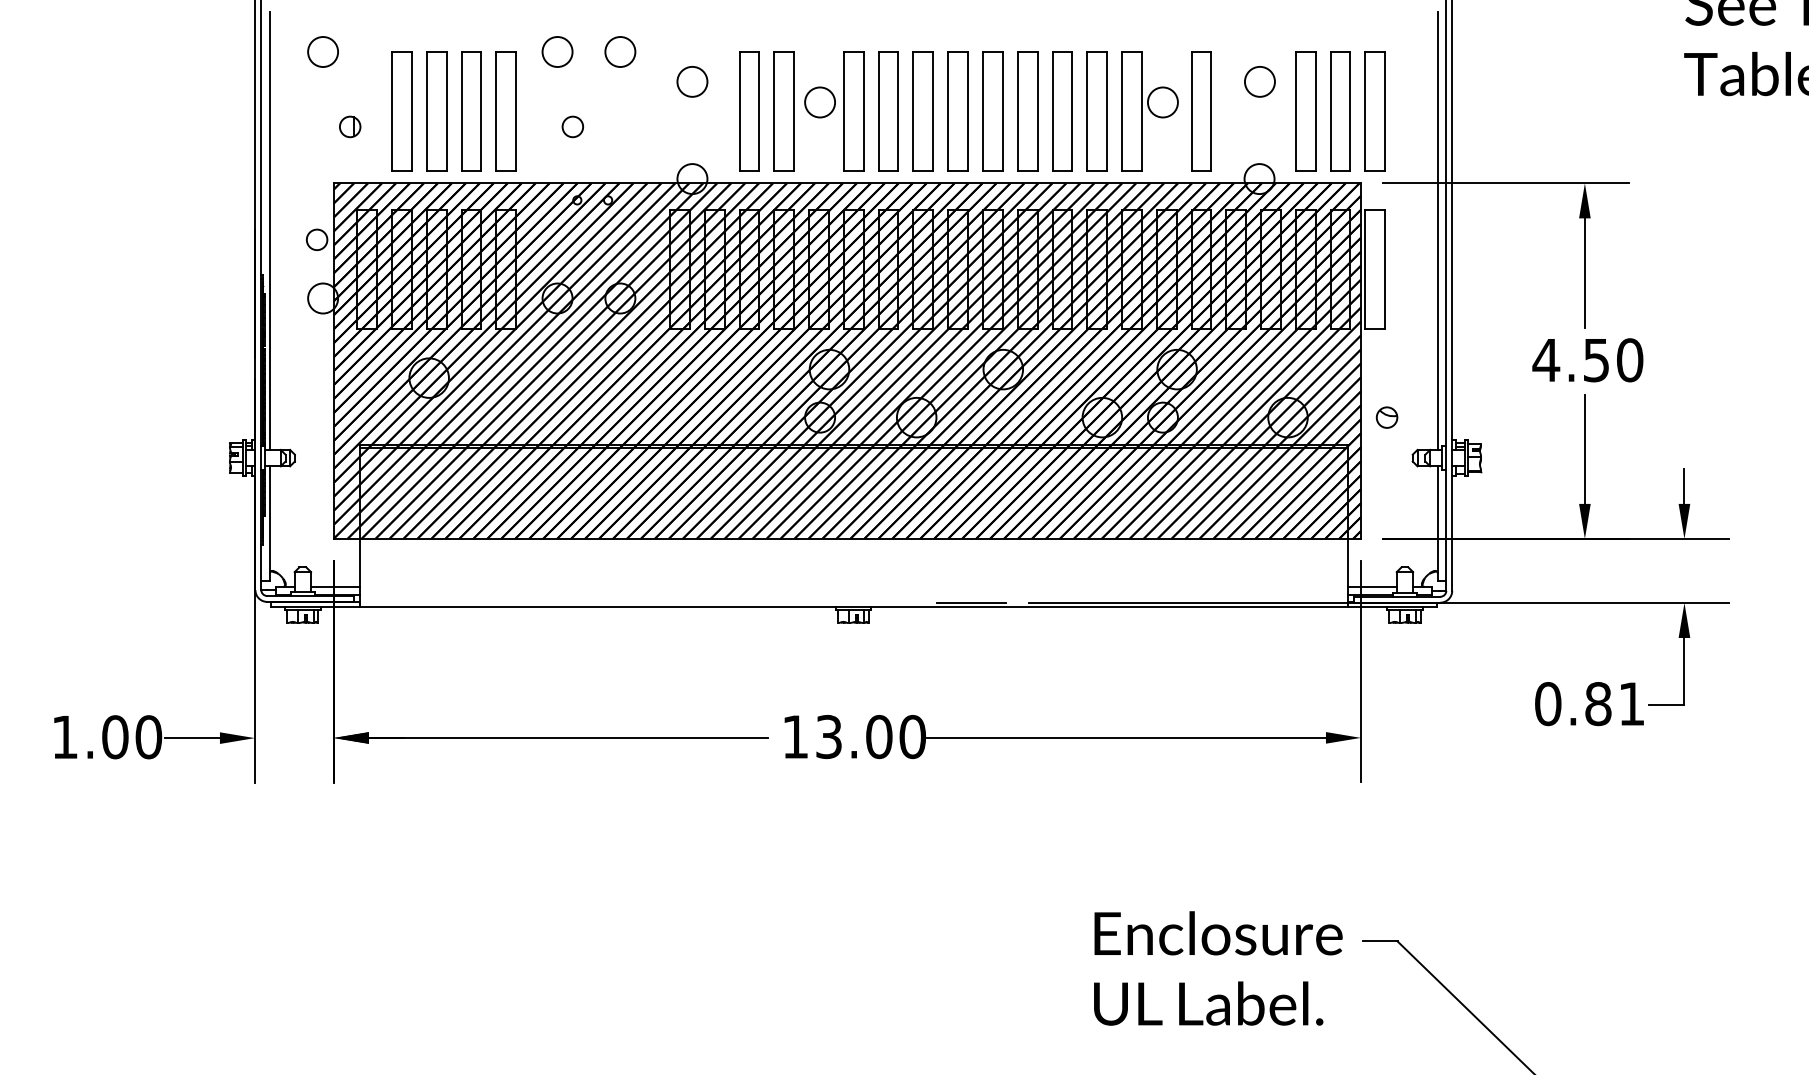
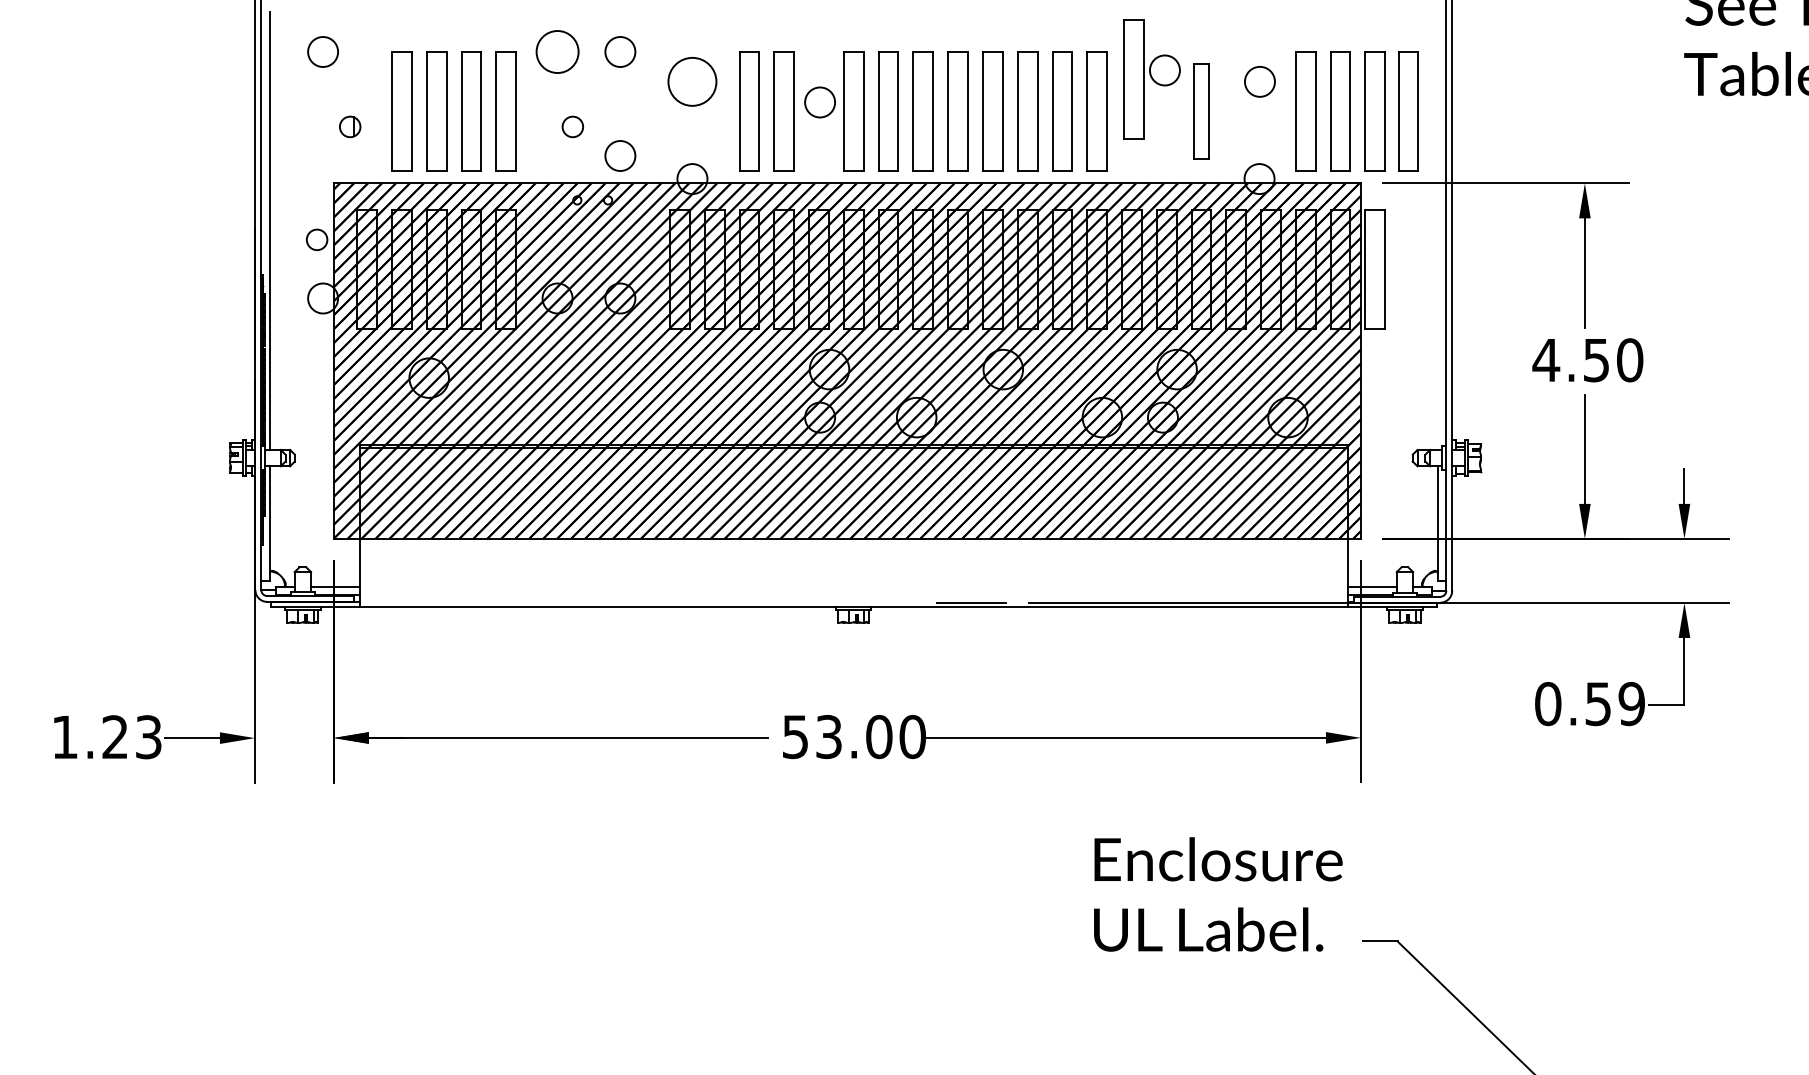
circle at (557, 51) size: 33x32 px -> 45x44 px
circle at (692, 81) diameter: 30 px -> 48 px
part at (1149, 111) position: (1149, 111) -> (1151, 79)
part at (1201, 111) size: 21x121 px -> 17x97 px
part at (1408, 111): none -> present
circle at (620, 155): none -> present
line at (1437, 230): present -> none
part at (1386, 417): present -> none
text at (1614, 704): 0.81 -> 0.59
text at (132, 737): 1.00 -> 1.23
text at (795, 737): 13.00 -> 53.00
text at (1218, 968) position: (1218, 968) -> (1218, 894)
